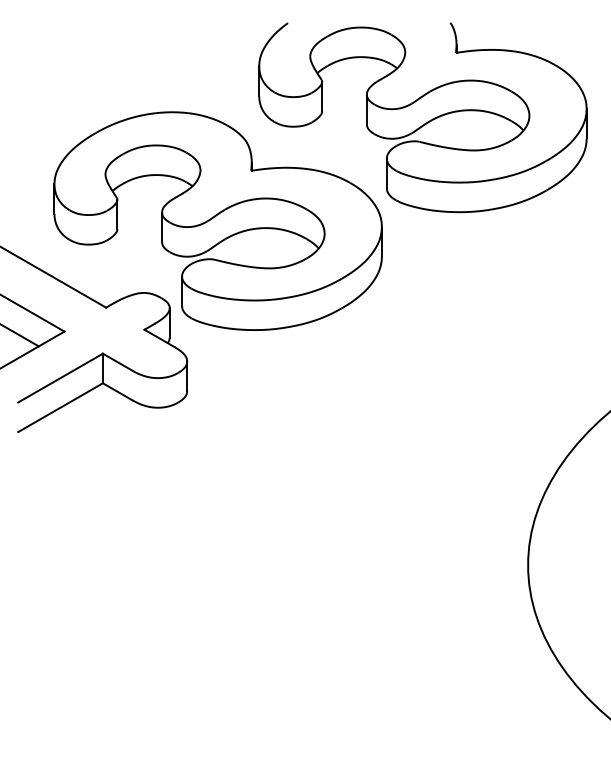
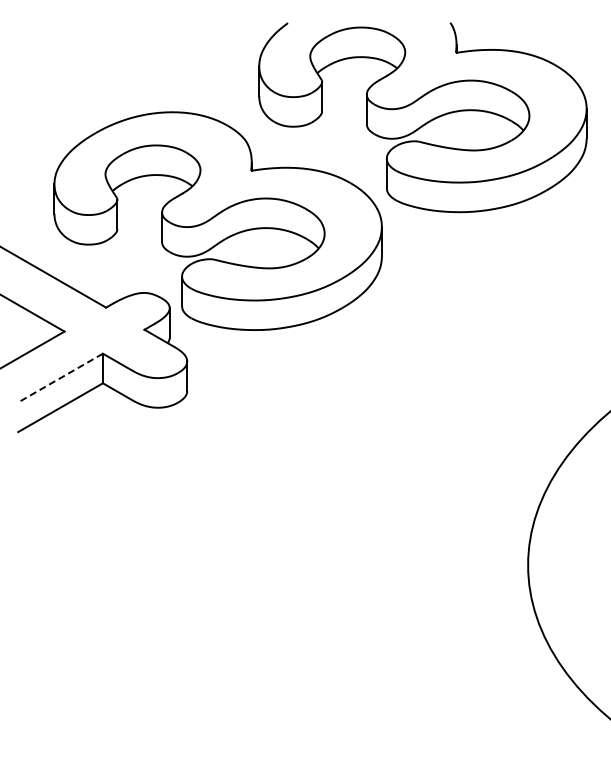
line at (20, 335): present -> none
line at (60, 378): solid -> dashed
